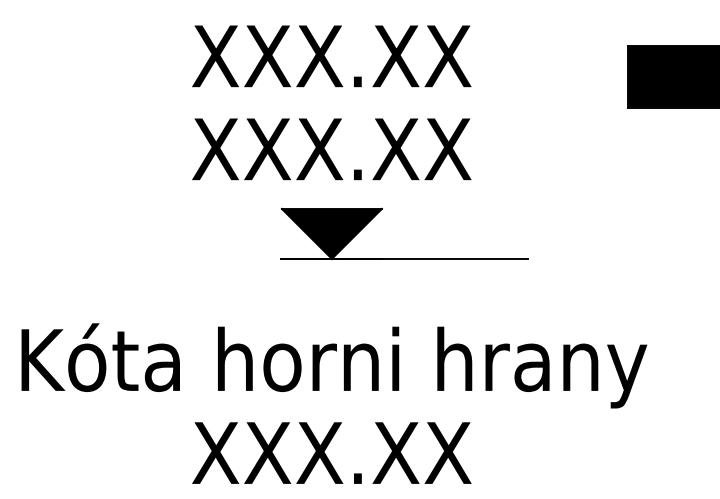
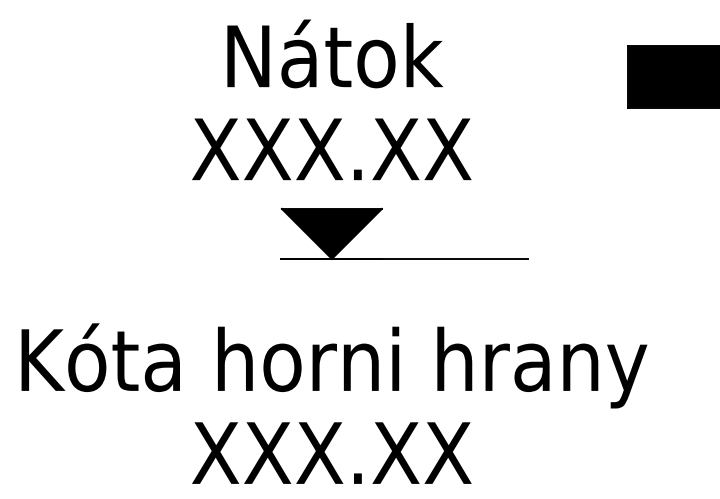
text at (331, 53): XXX.XX -> Nátok
